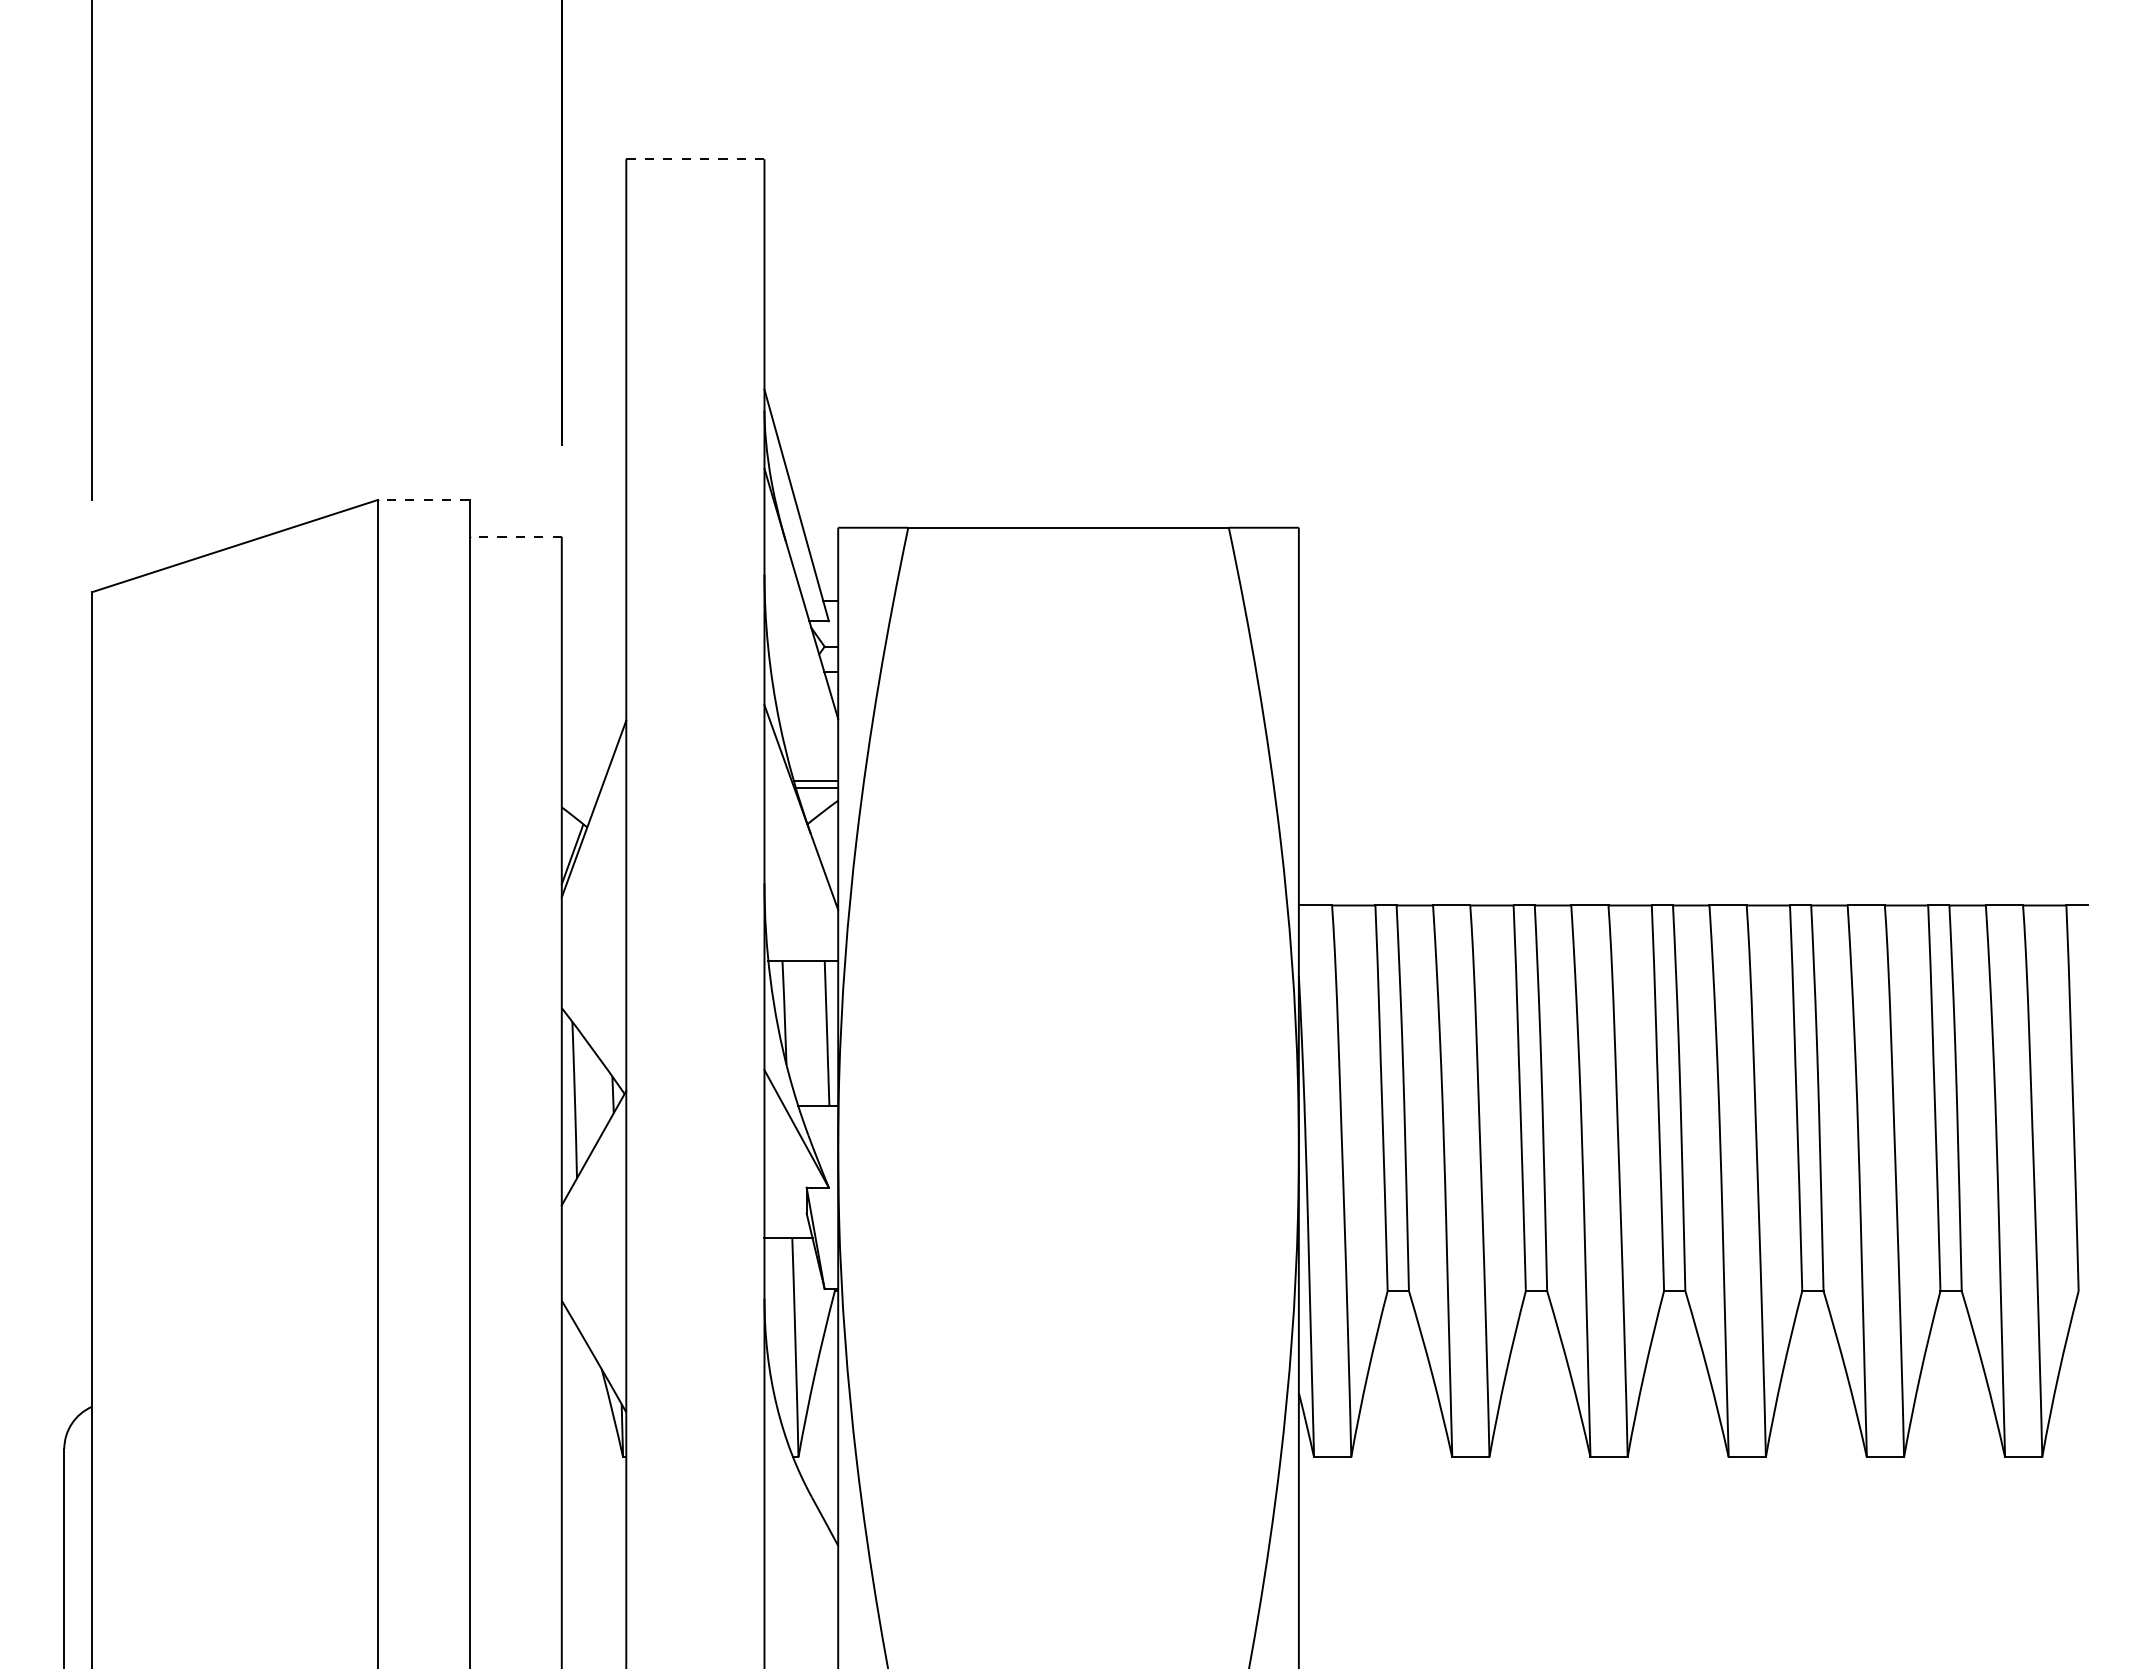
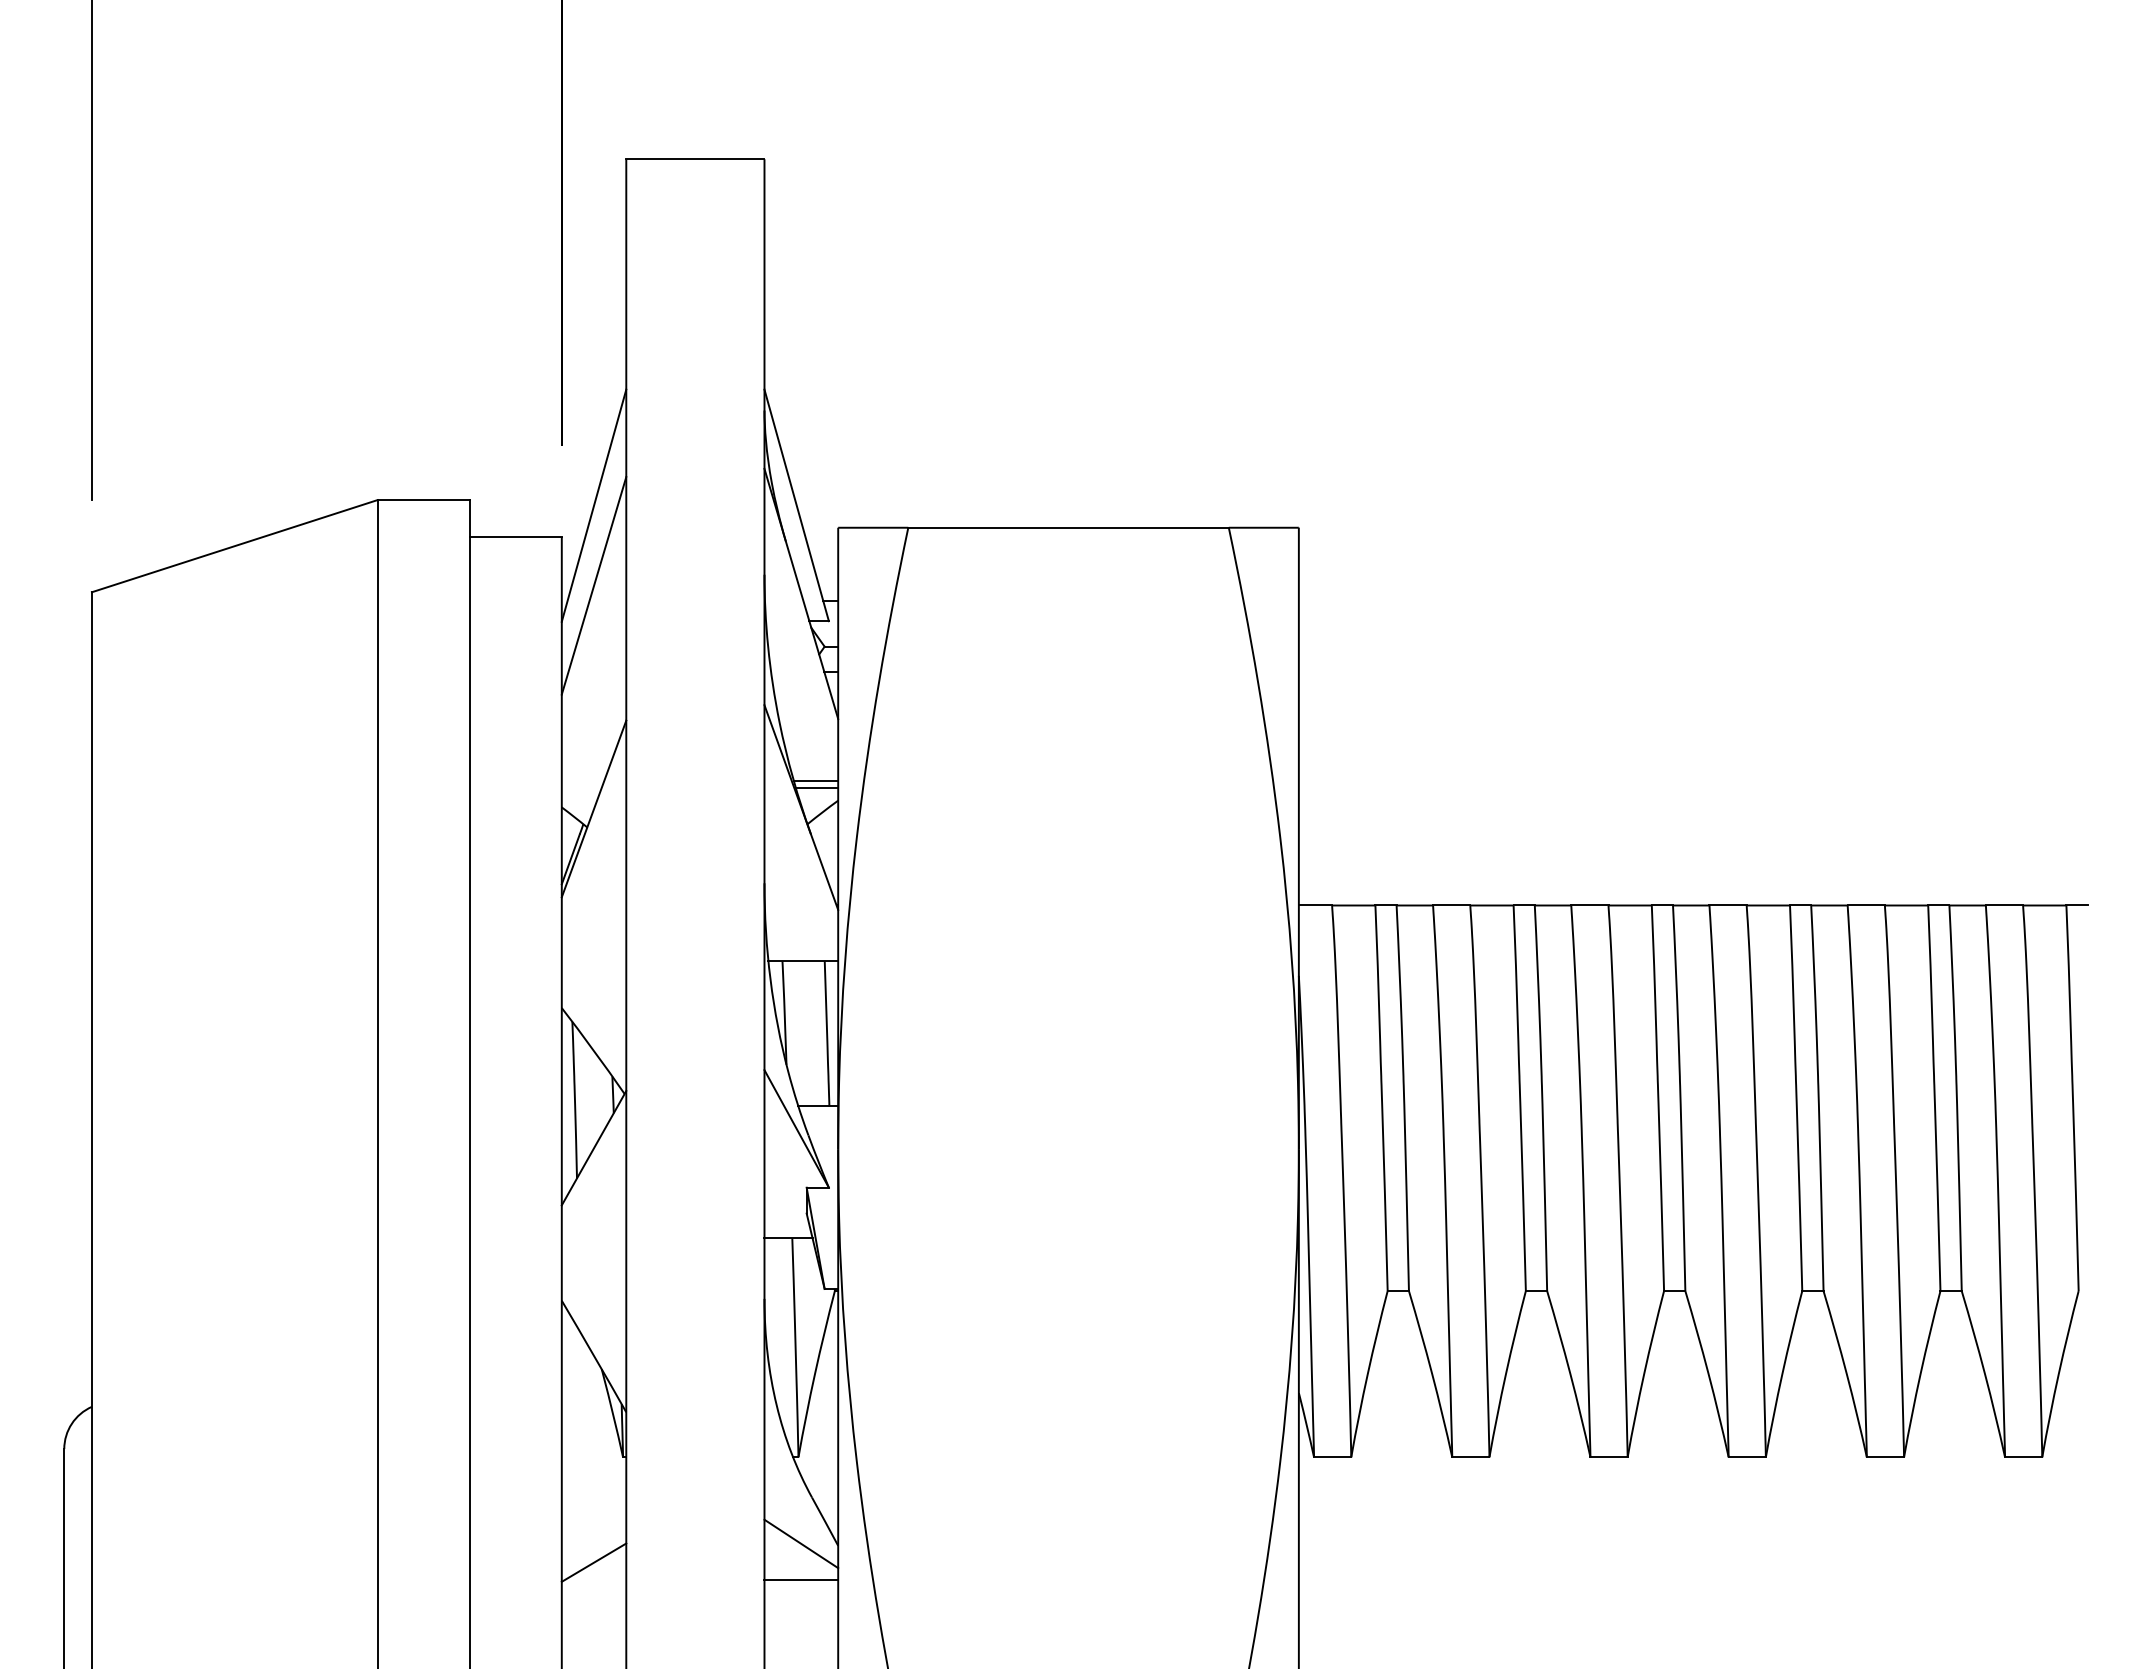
line at (694, 159): dashed -> solid
line at (423, 500): dashed -> solid
line at (593, 505): none -> present
line at (515, 536): dashed -> solid
line at (593, 585): none -> present
line at (801, 1543): none -> present
line at (593, 1562): none -> present
line at (801, 1580): none -> present
